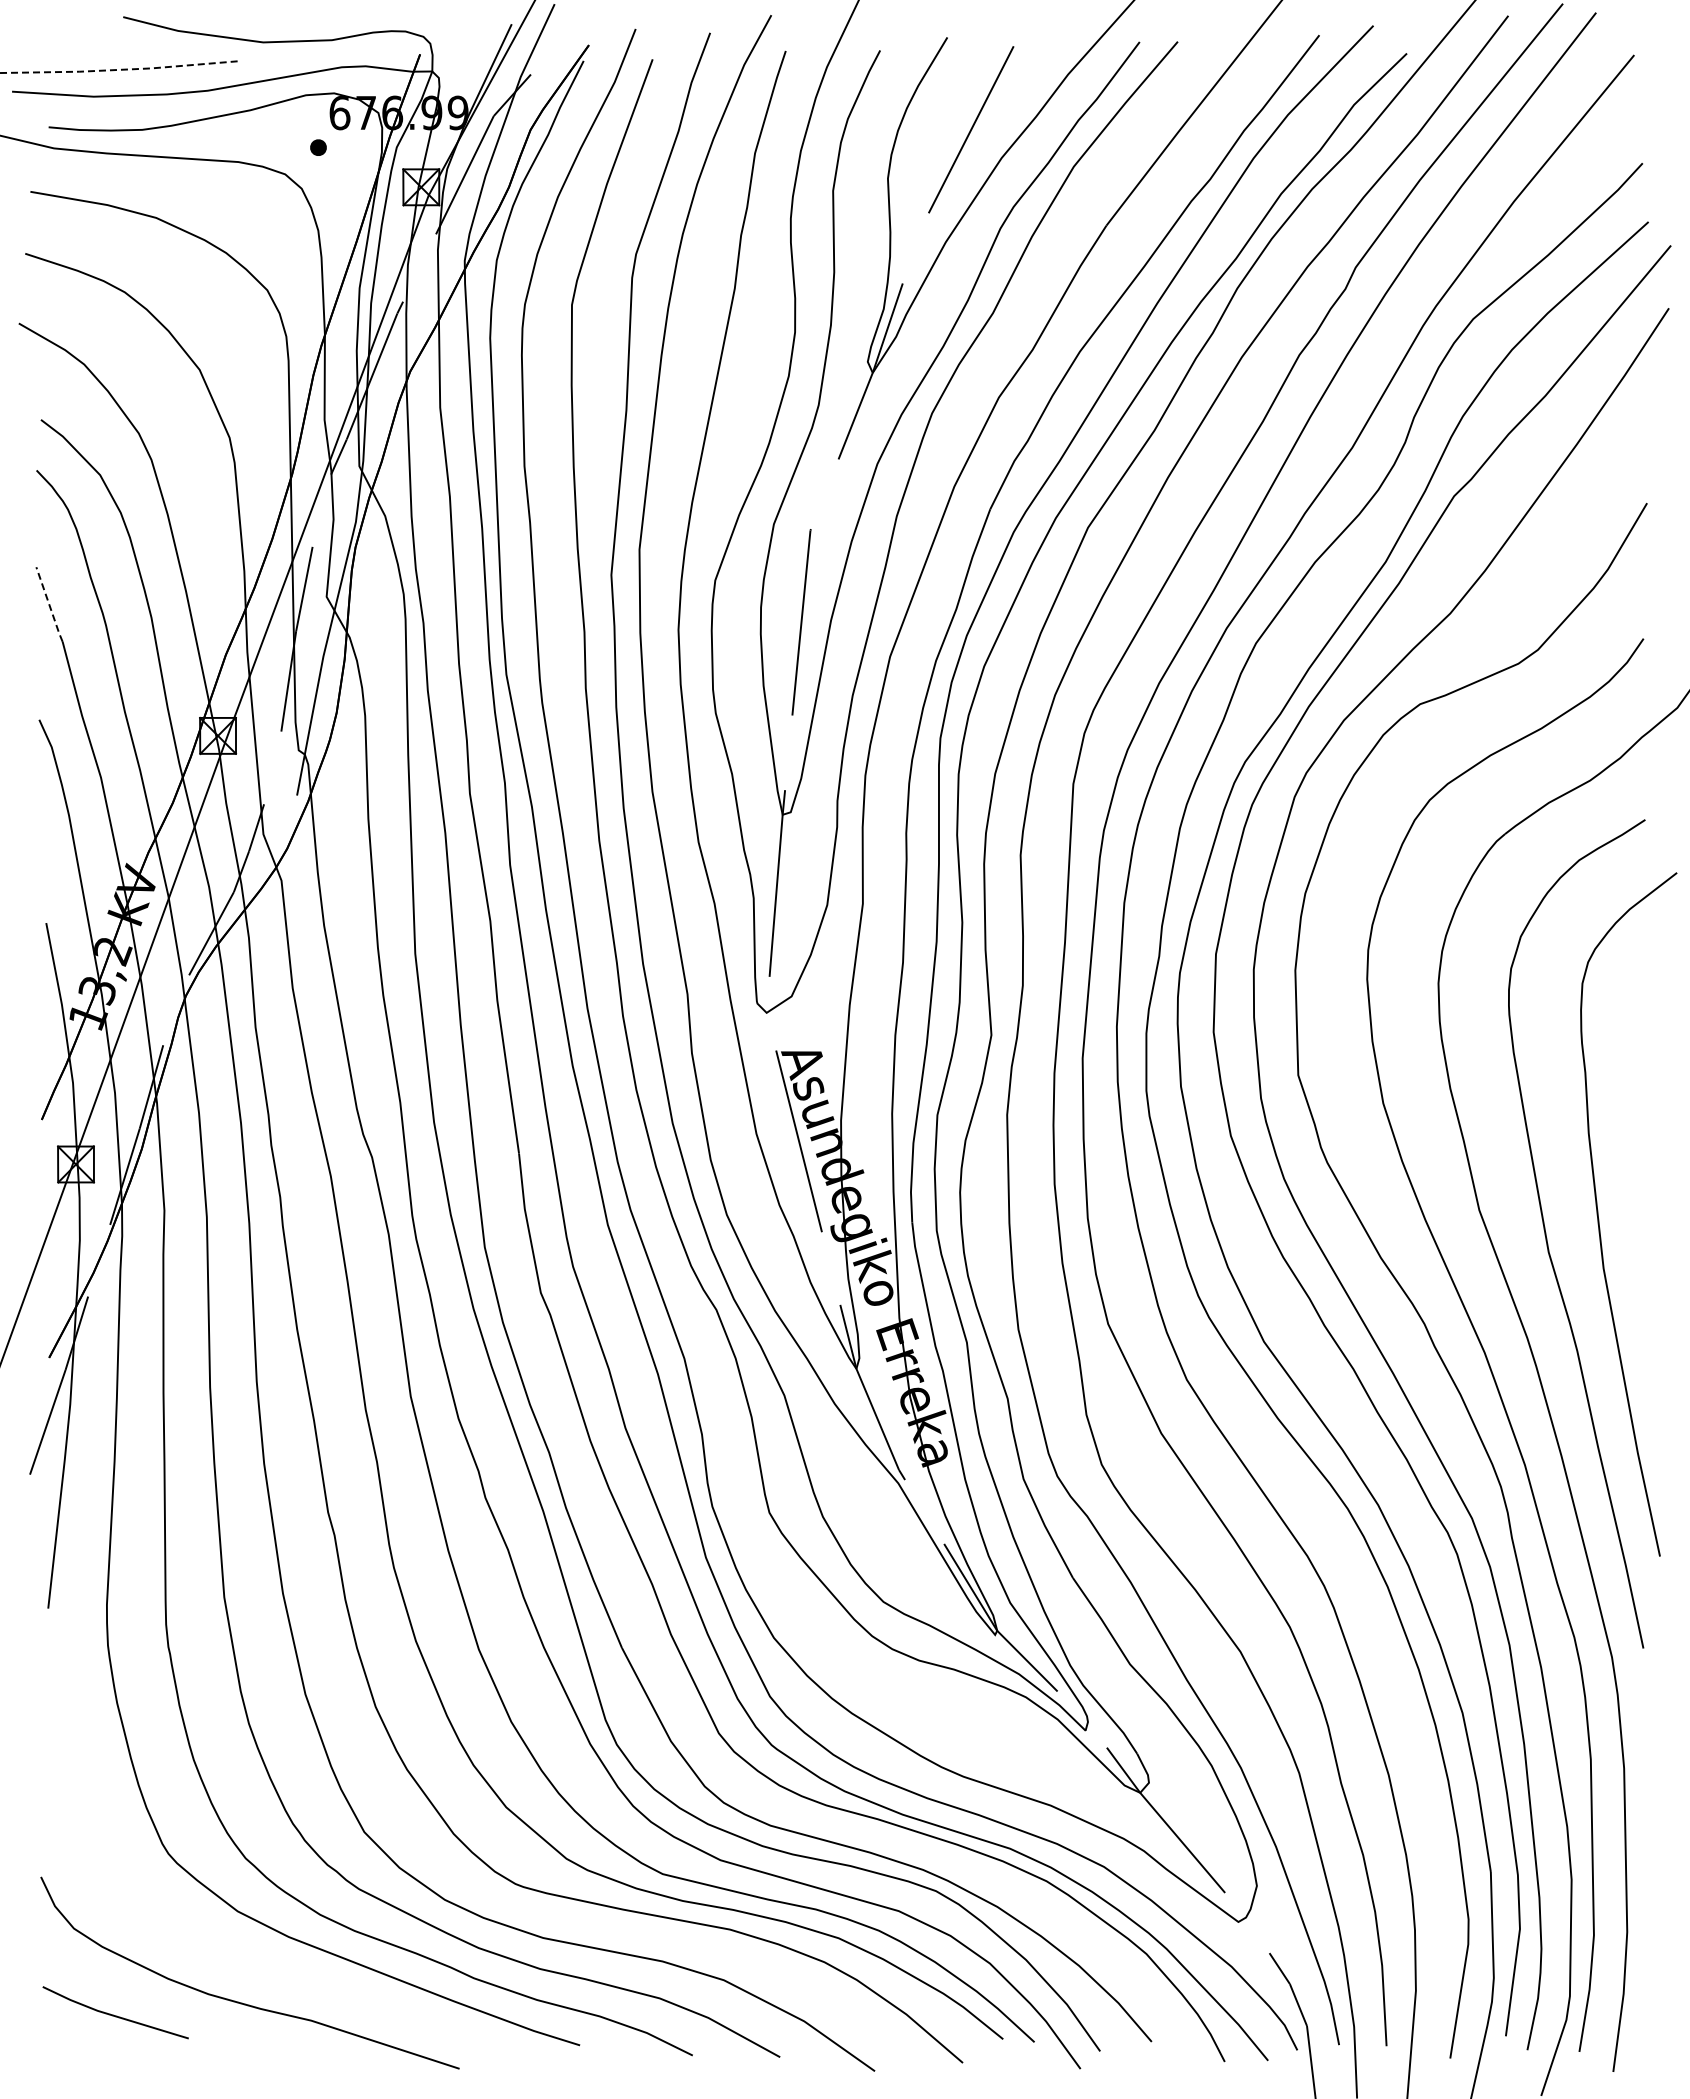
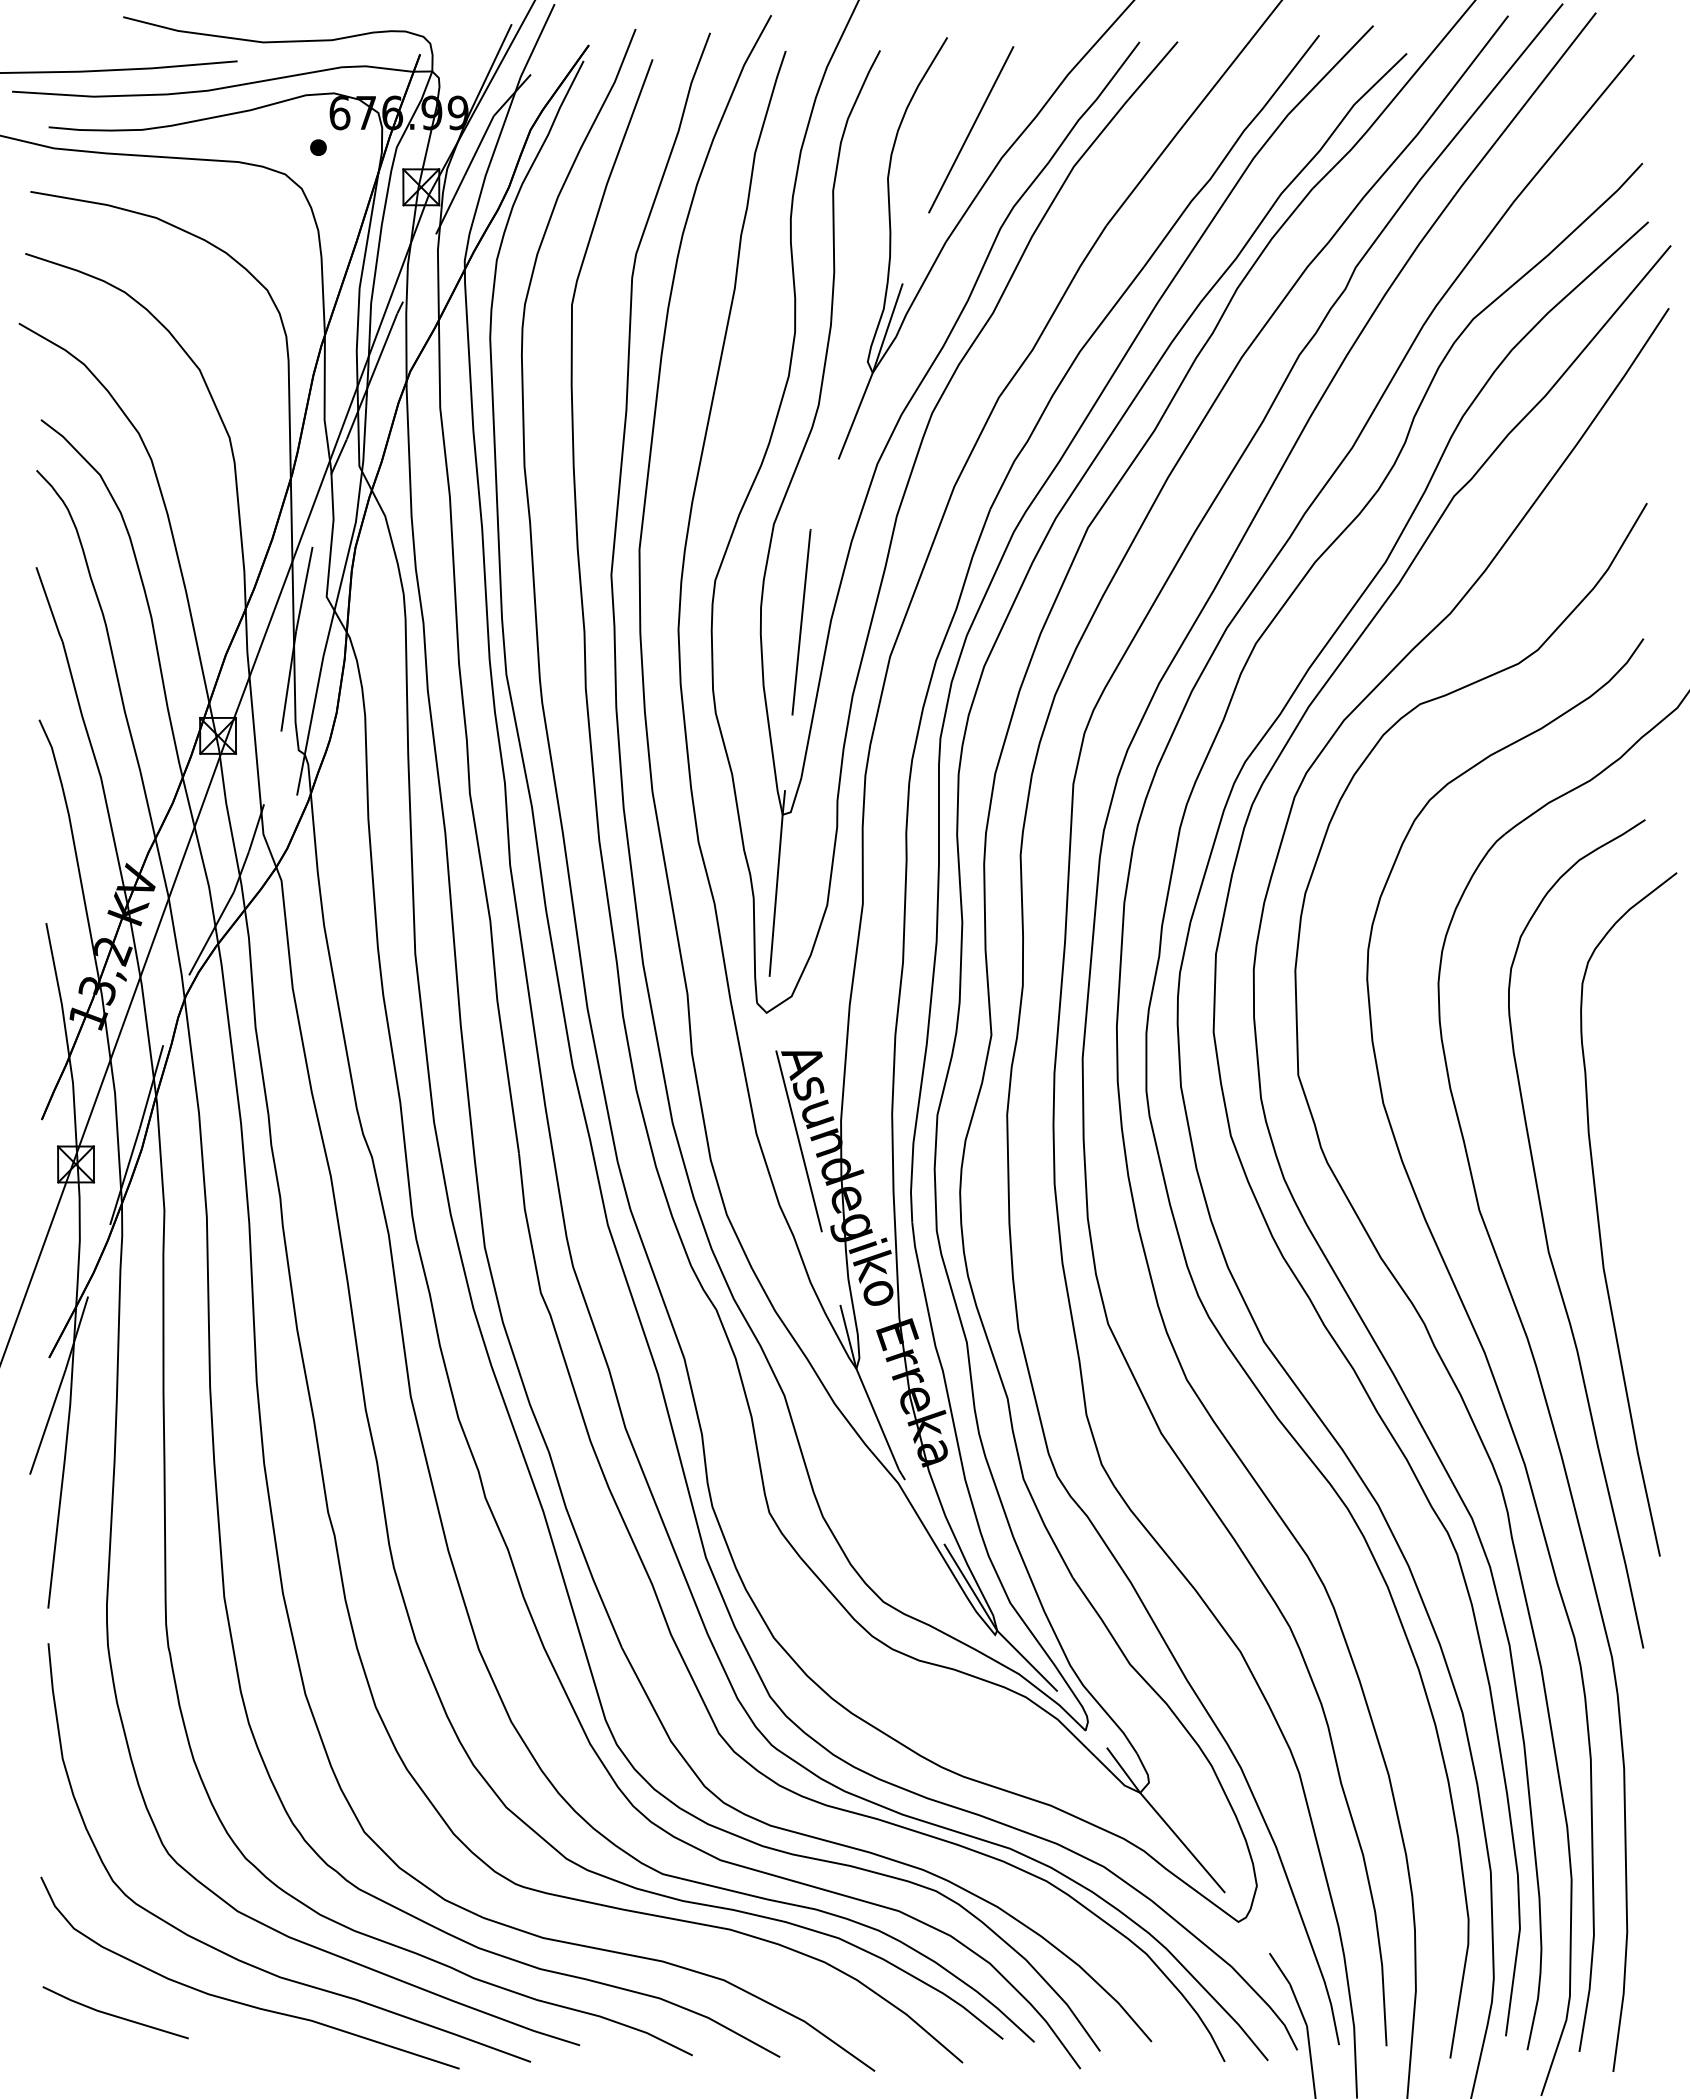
line at (118, 69): dashed -> solid
line at (49, 604): dashed -> solid
curve at (247, 1962): none -> present
